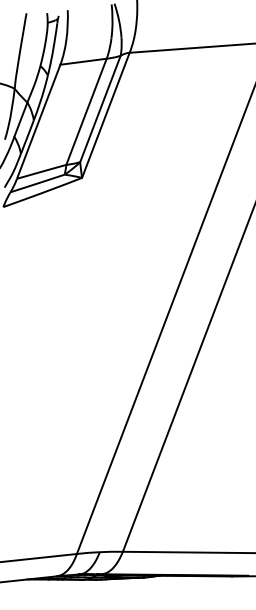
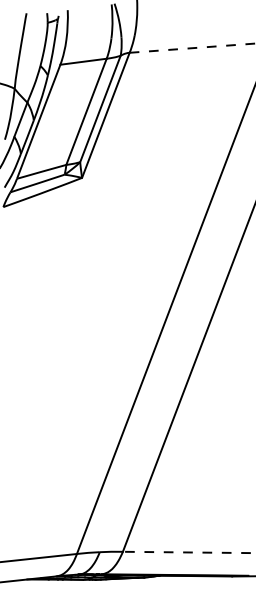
line at (193, 48): solid -> dashed
line at (188, 552): solid -> dashed
